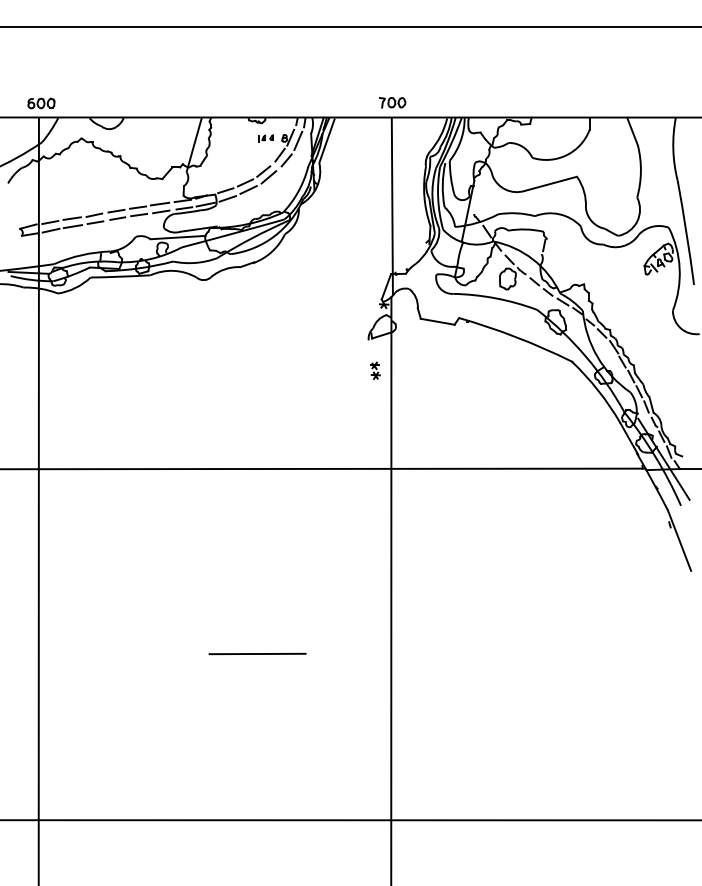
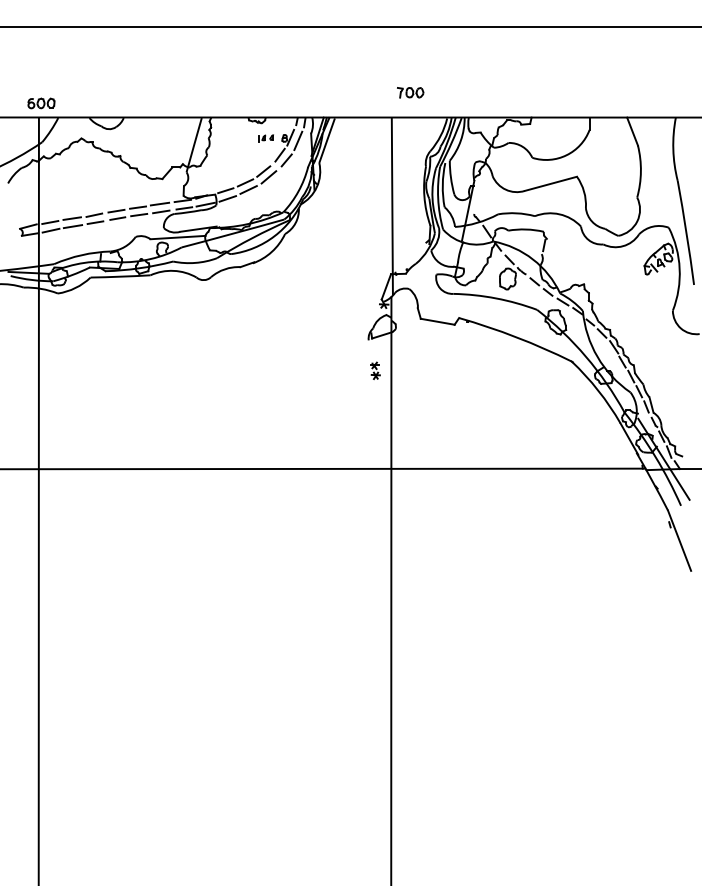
part at (392, 102) position: (392, 102) -> (410, 92)
line at (257, 653): present -> none
line at (350, 820): present -> none
